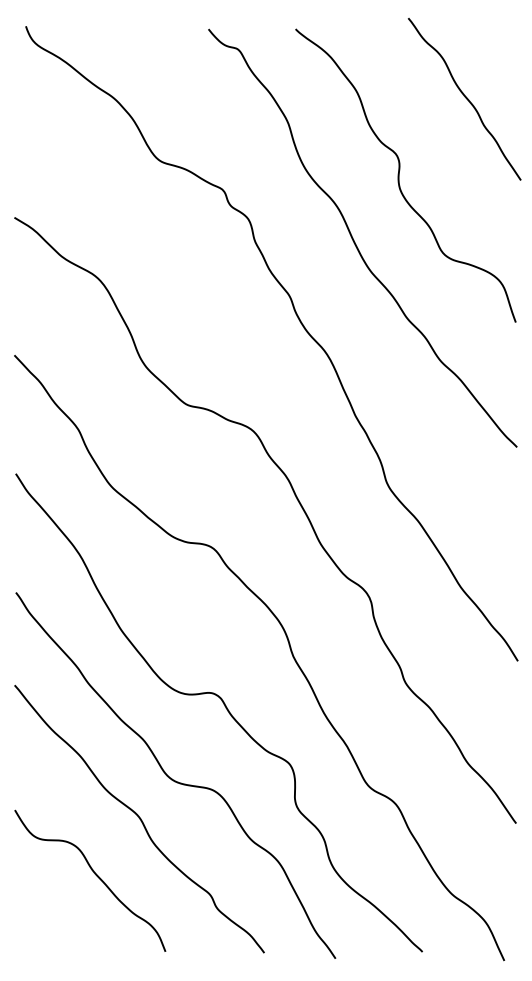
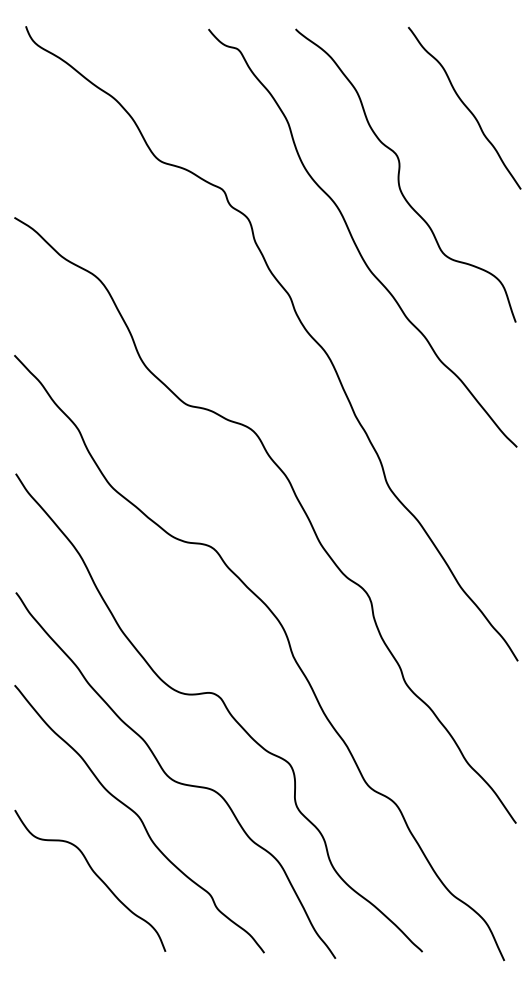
curve at (465, 98) position: (465, 98) -> (465, 107)
